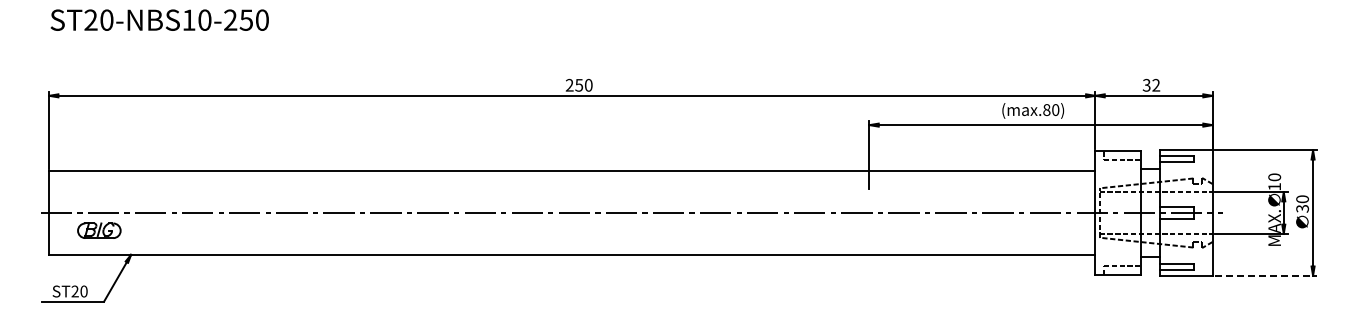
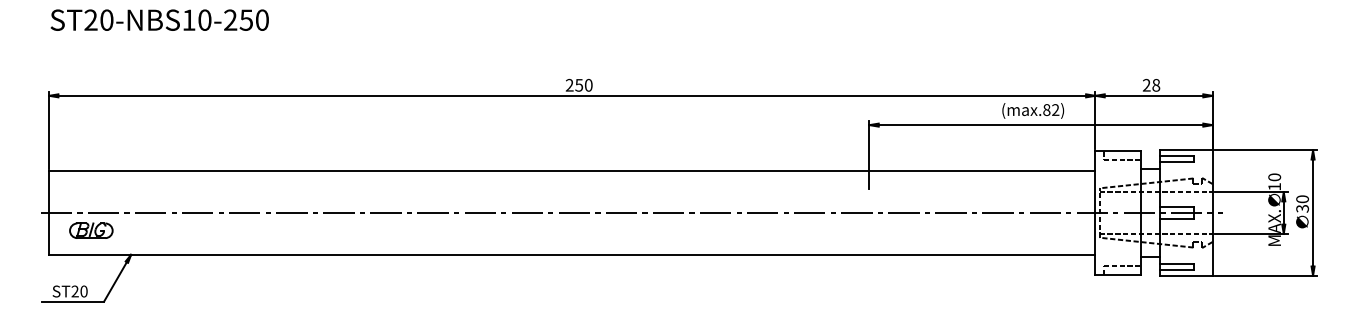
text at (1151, 85): 32 -> 28
text at (1055, 110): (max.80) -> (max.82)
part at (99, 230) position: (99, 230) -> (91, 230)
line at (1266, 275): dashed -> solid
